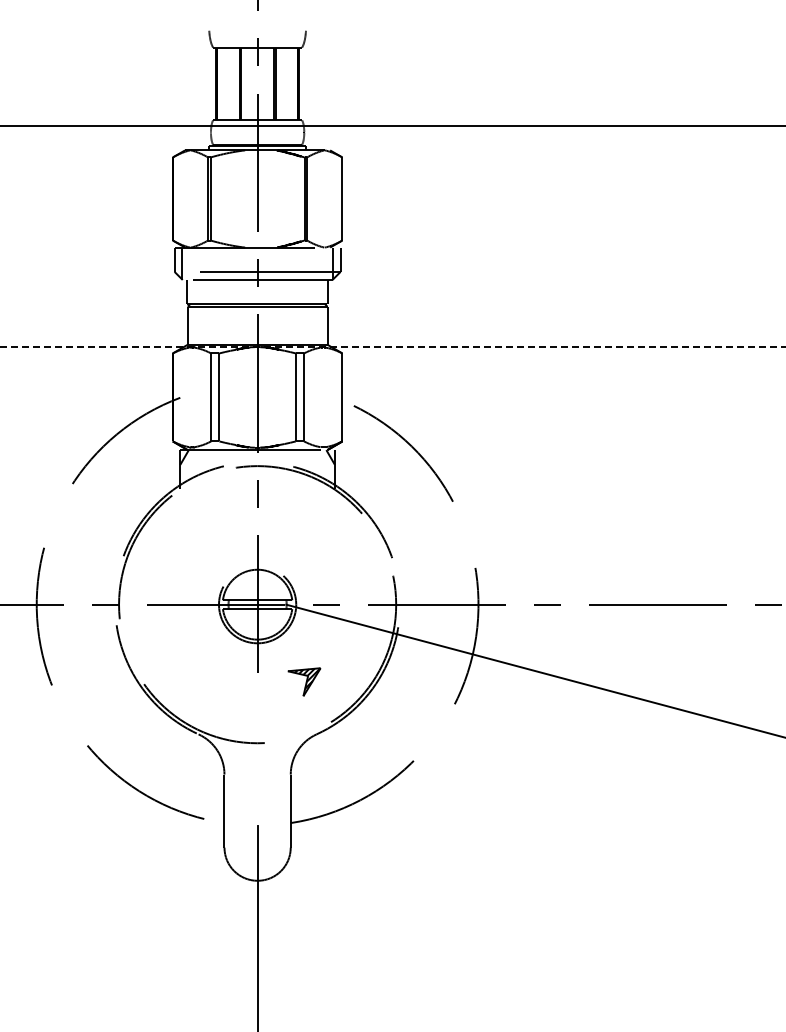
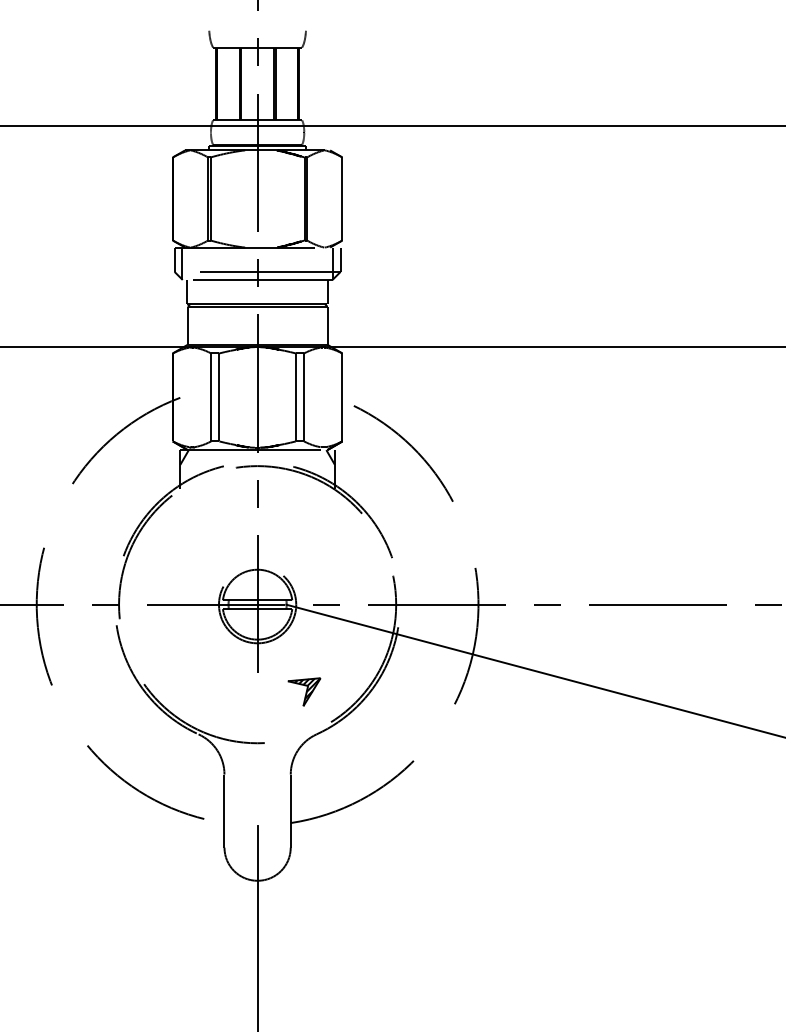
line at (392, 346): dashed -> solid
part at (304, 681) position: (304, 681) -> (304, 691)
